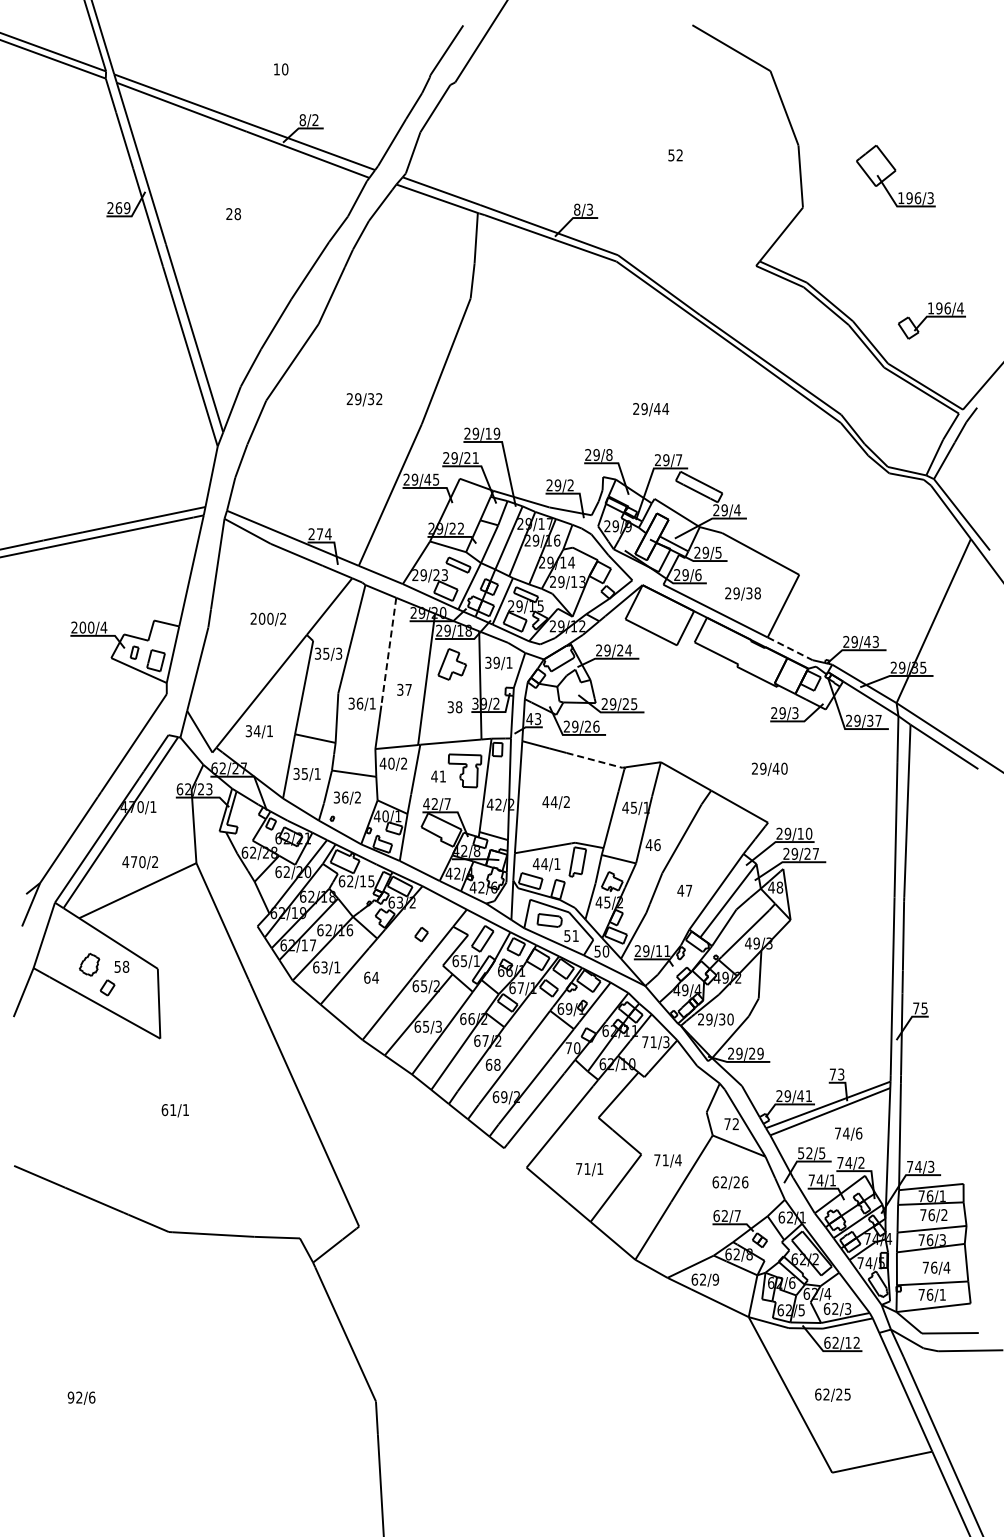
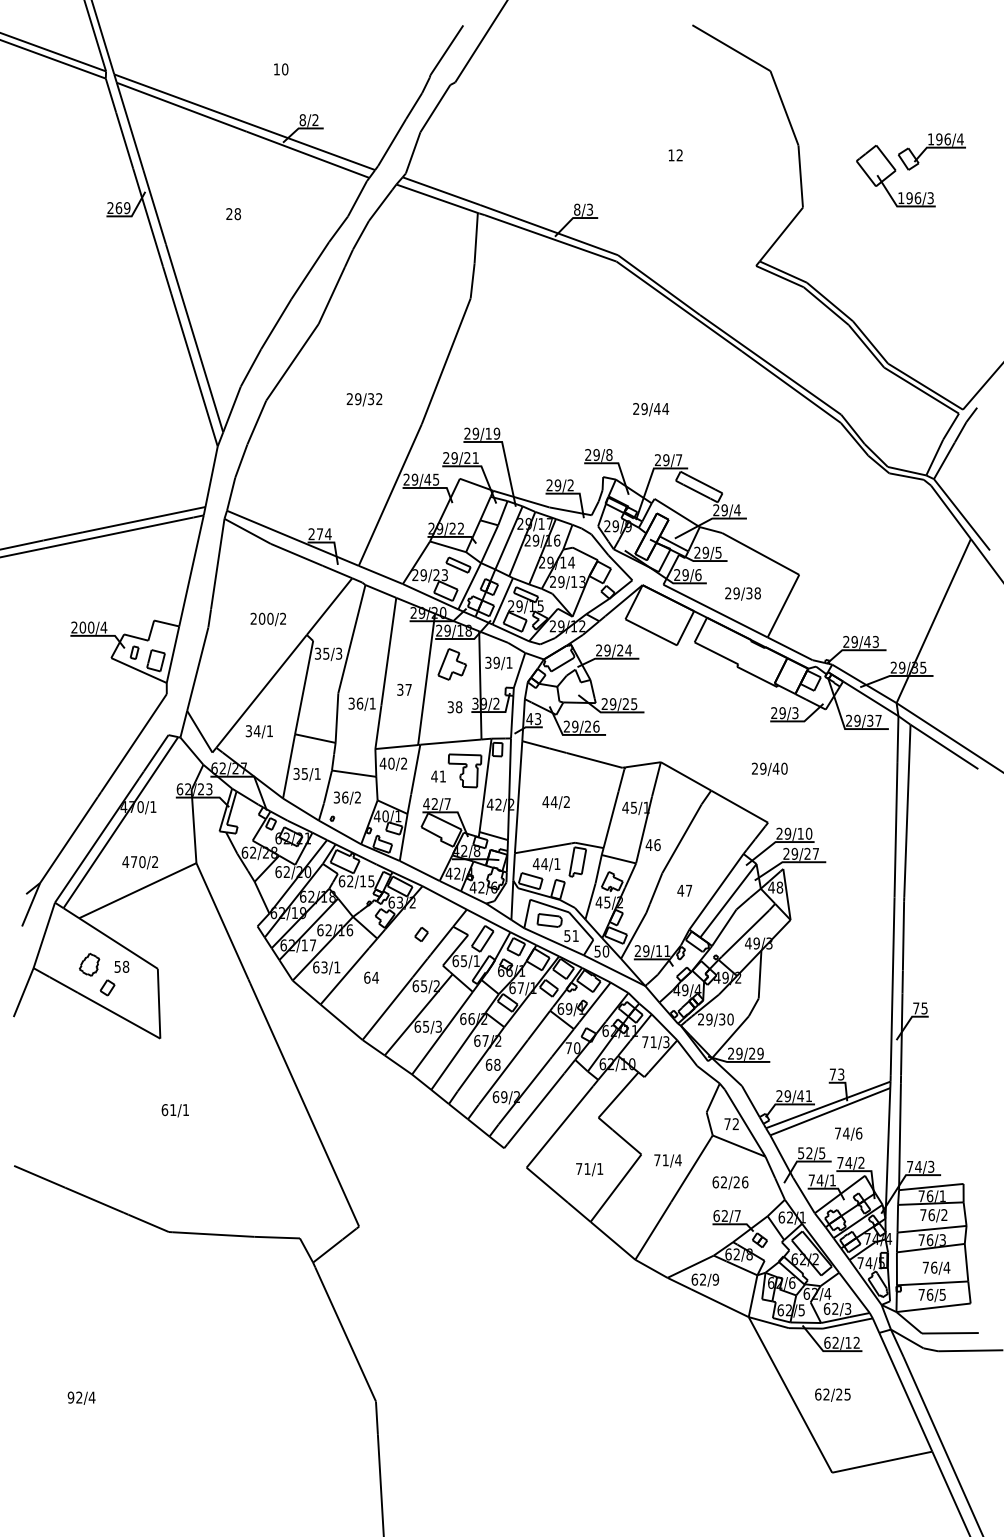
text at (671, 155): 52 -> 12
part at (931, 320) position: (931, 320) -> (931, 151)
line at (790, 649): dashed -> solid
line at (388, 652): dashed -> solid
line at (594, 760): dashed -> solid
text at (942, 1294): 76/1 -> 76/5
text at (91, 1397): 92/6 -> 92/4
